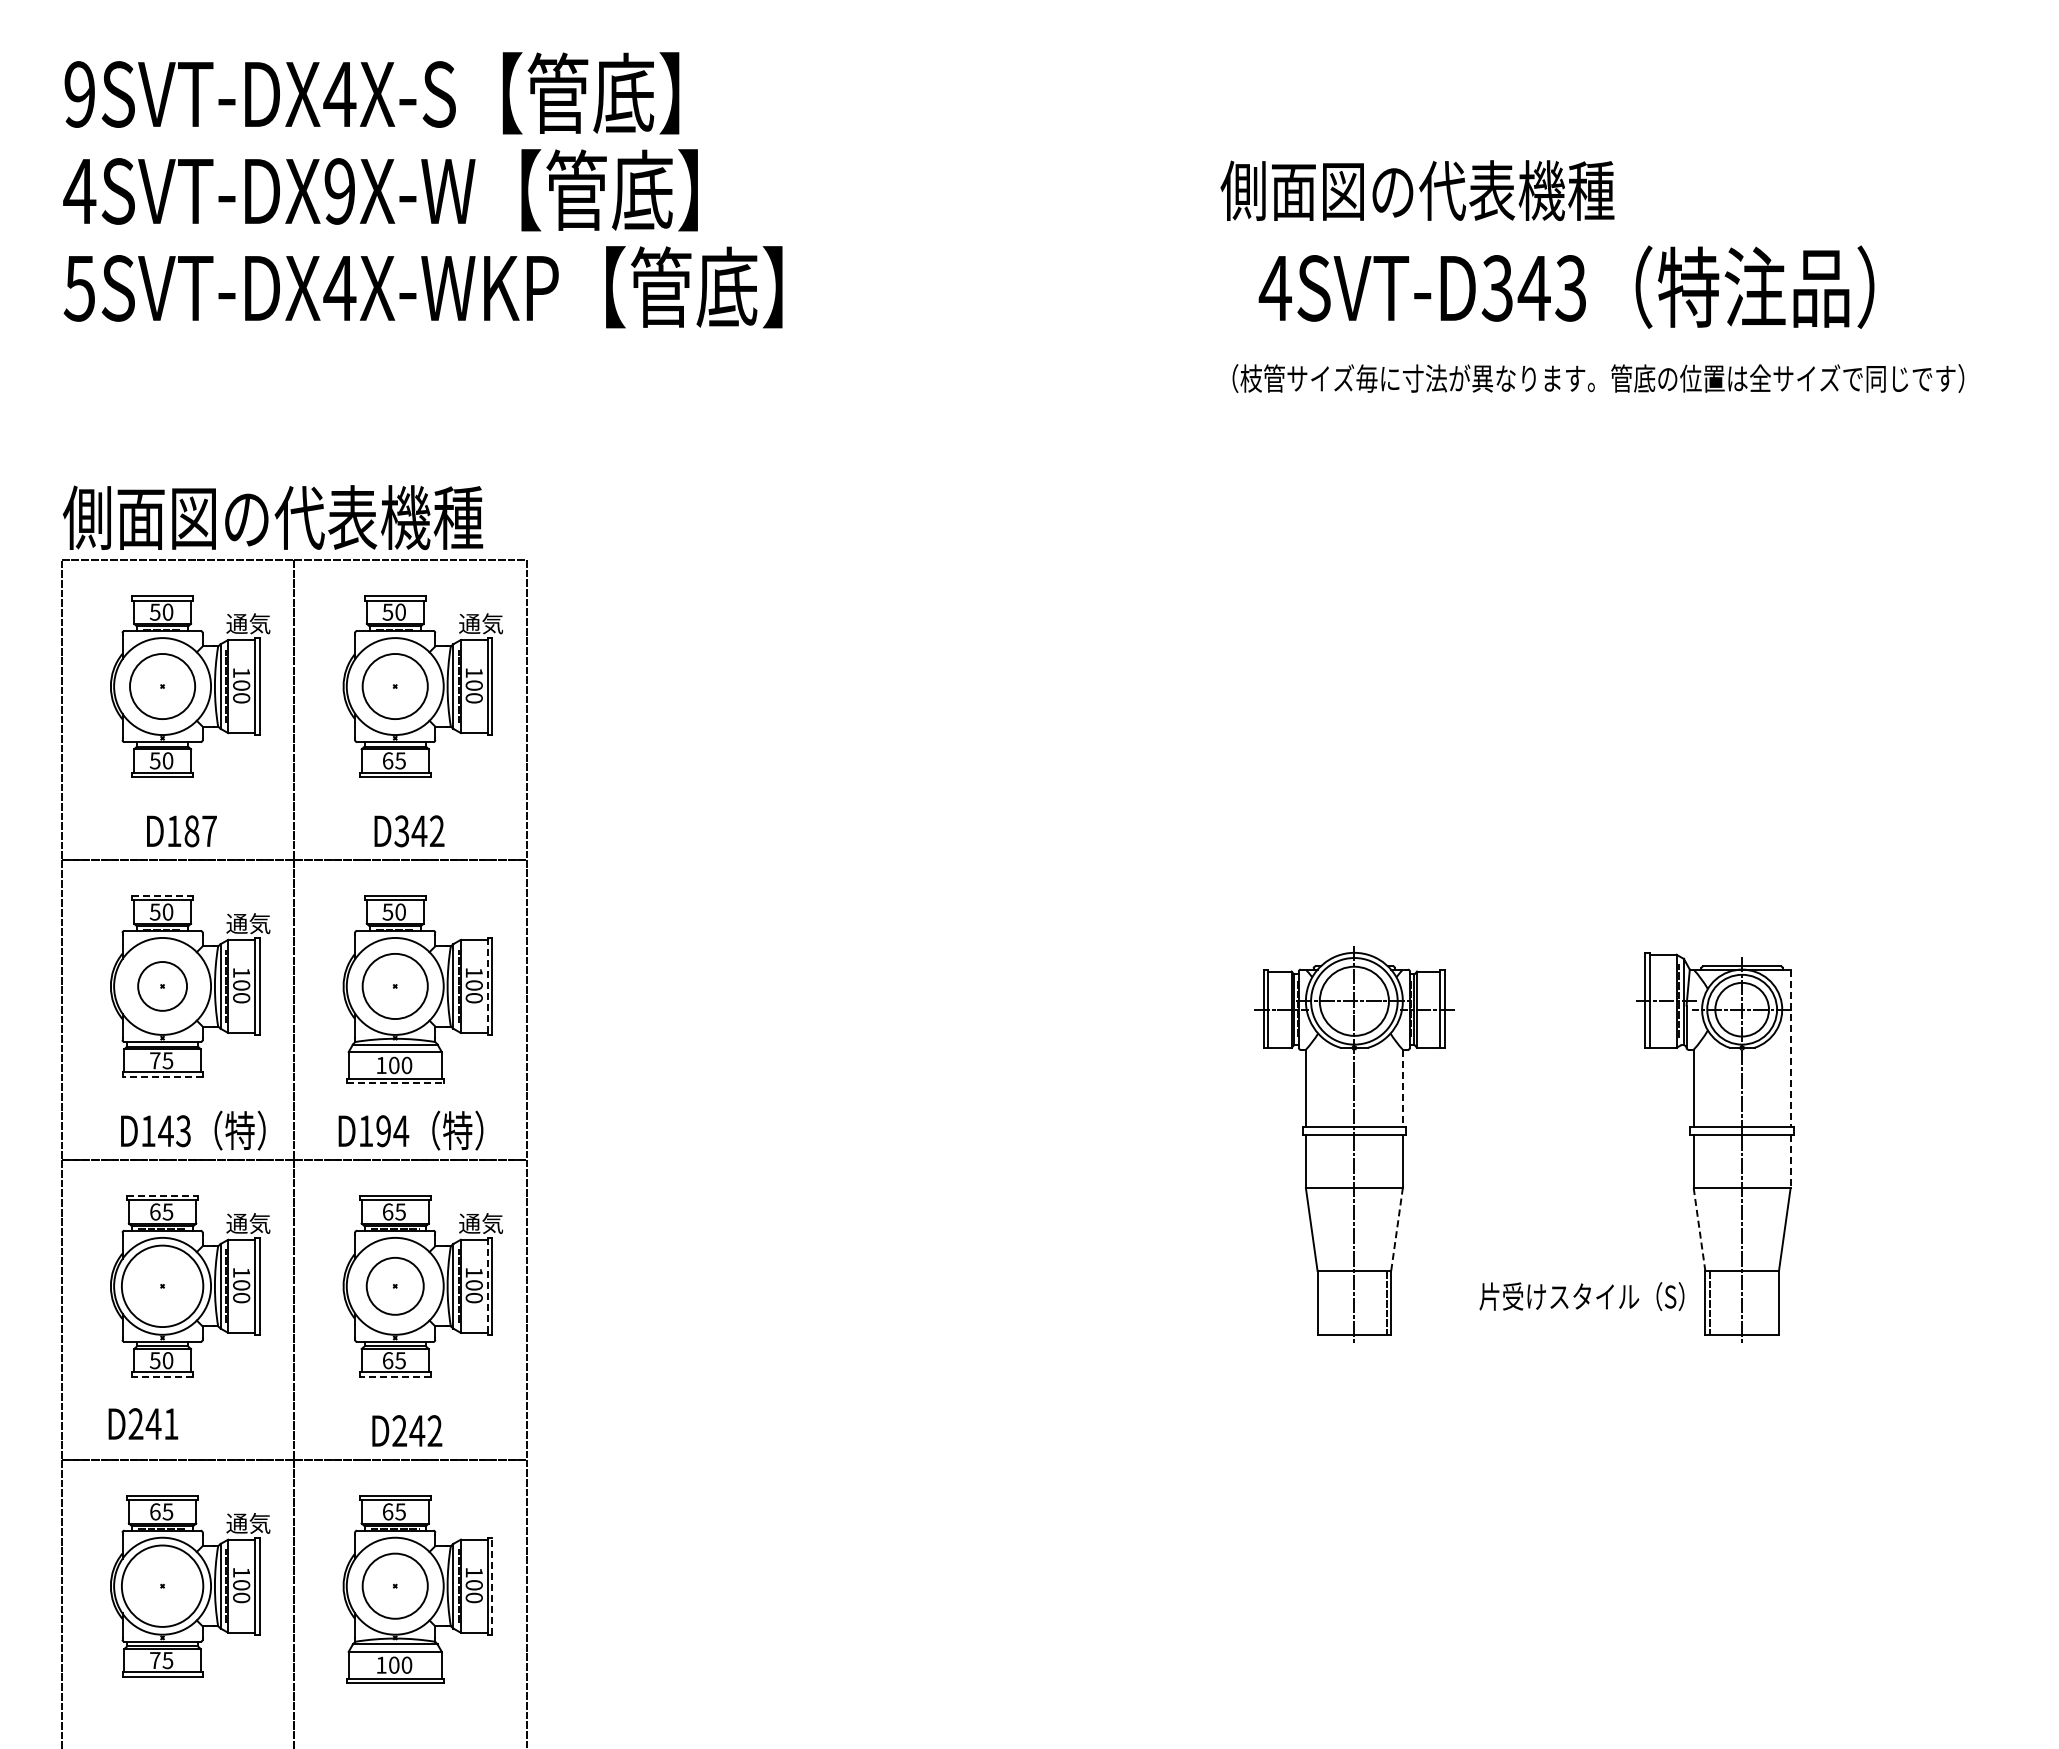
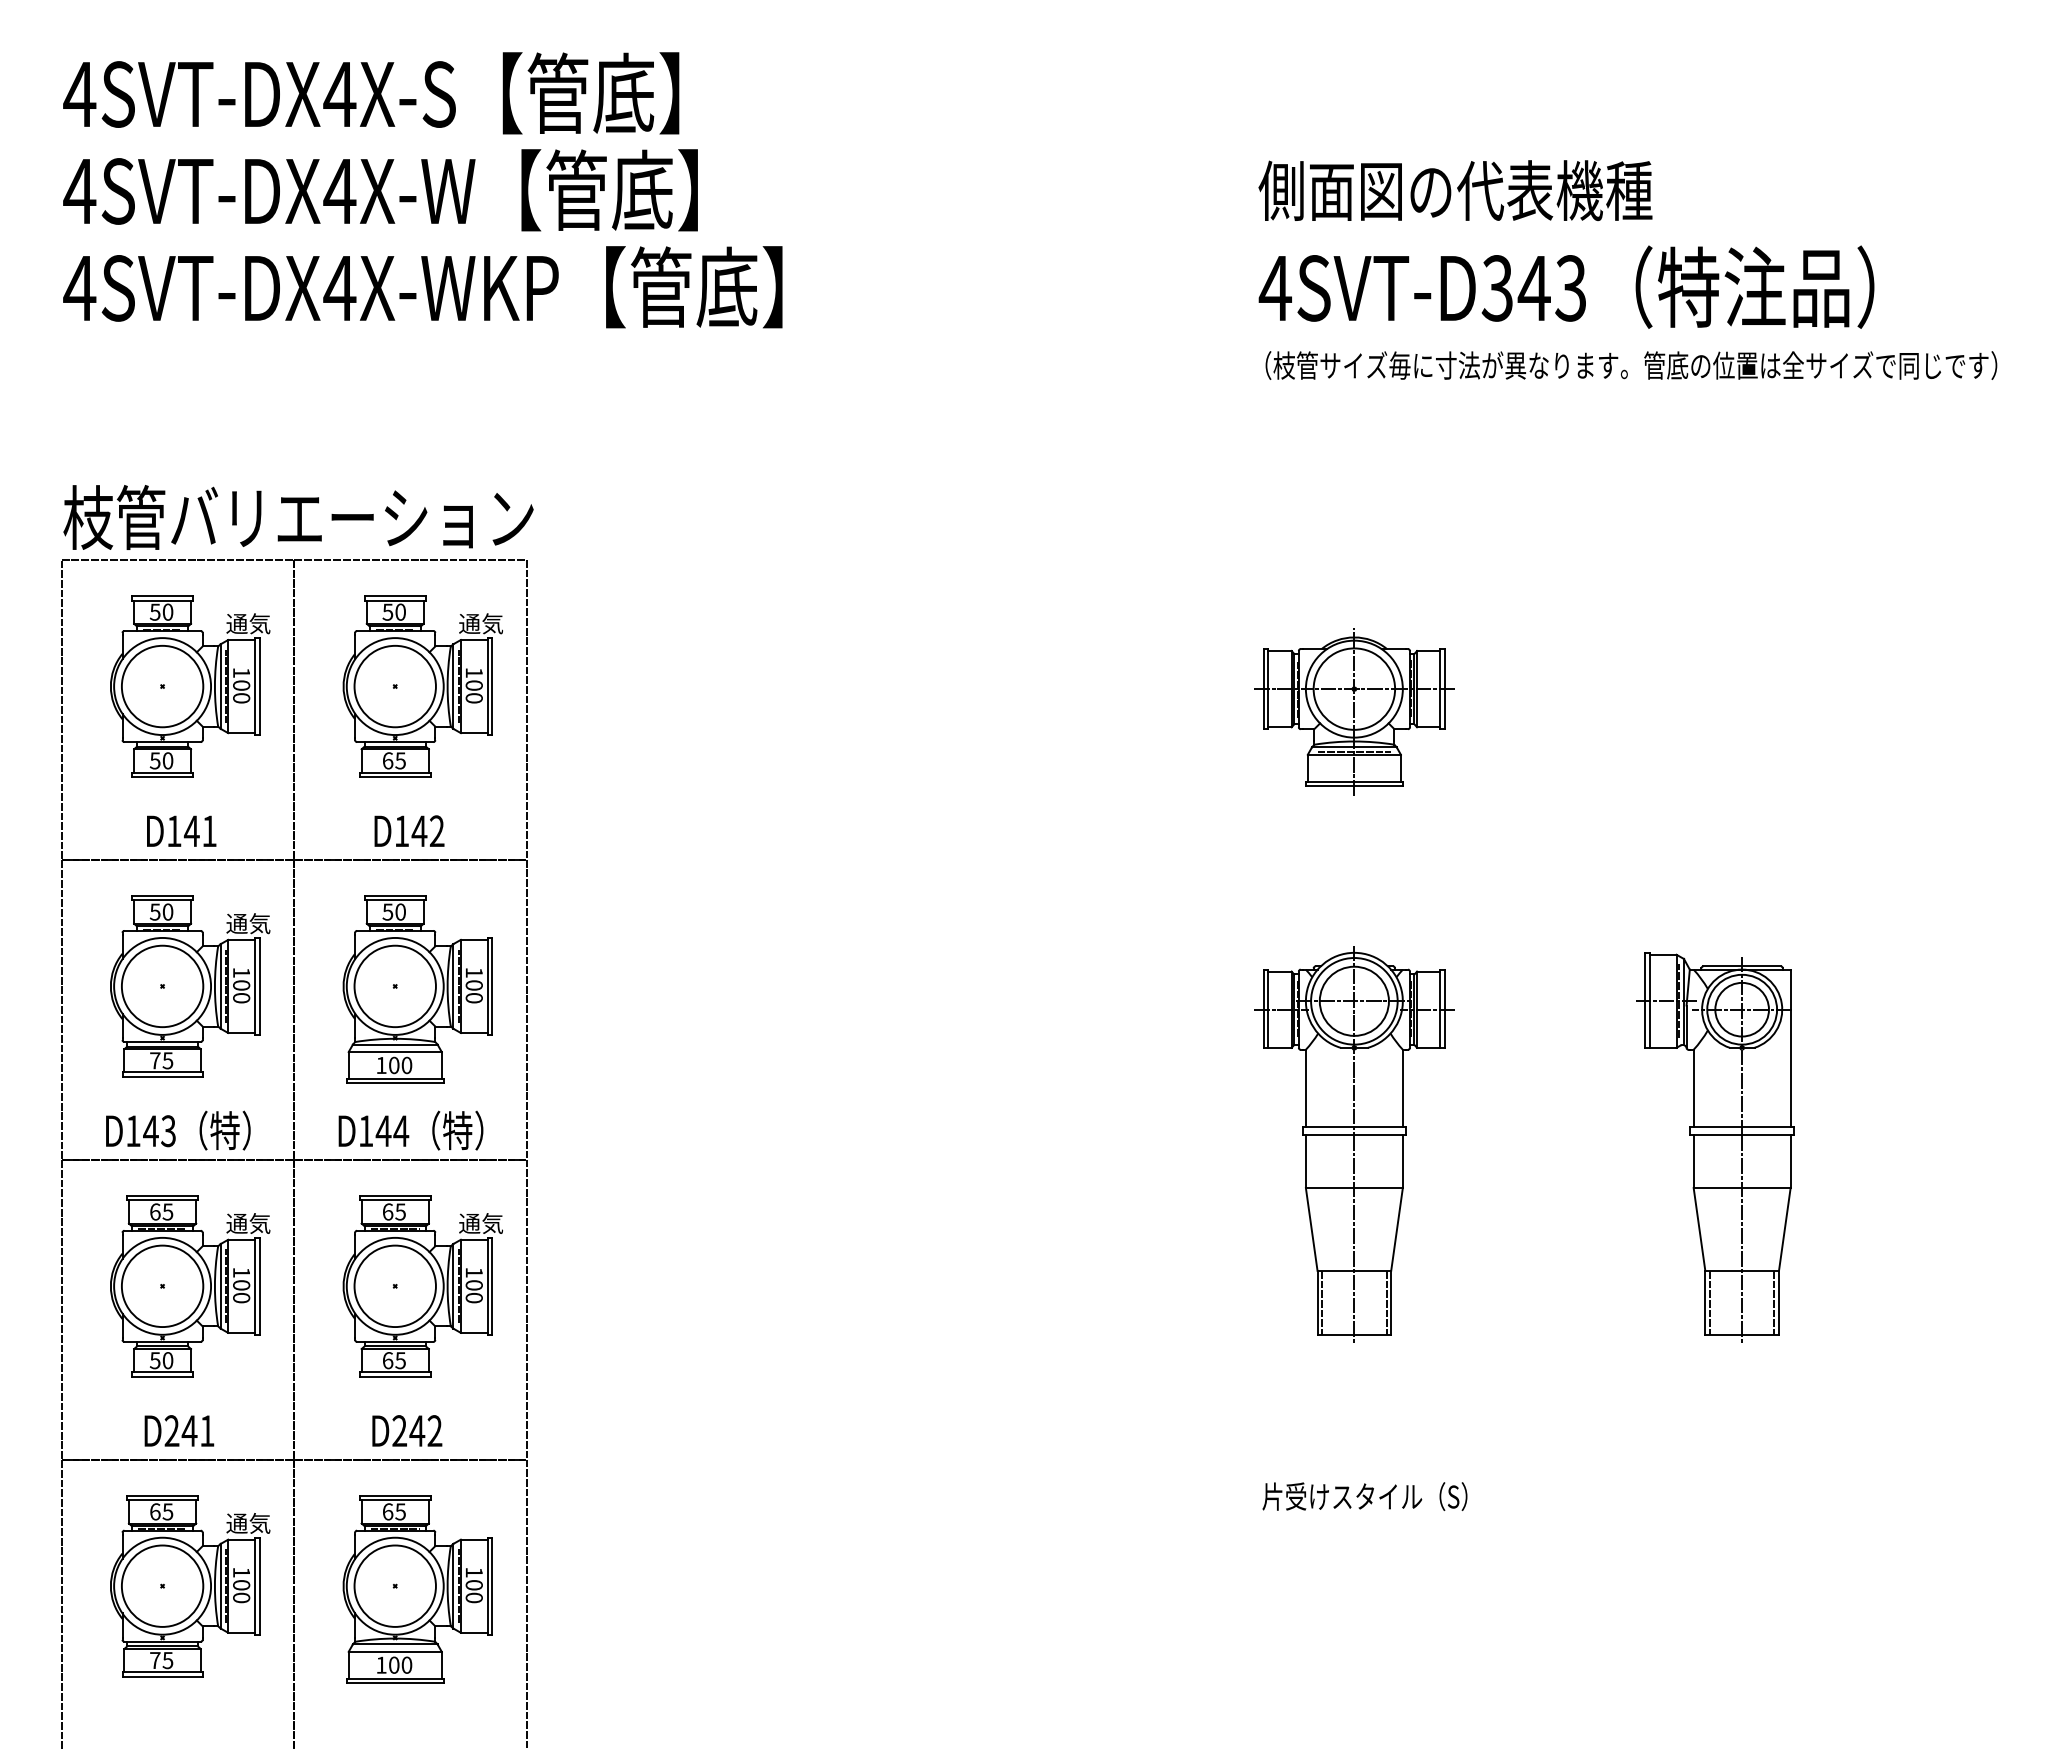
text at (79, 94): 9SVT-DX4X-S -> 4SVT-DX4X-S
text at (1417, 190) position: (1417, 190) -> (1455, 190)
text at (339, 191): 4SVT-DX9X-W -> 4SVT-DX4X-W
text at (79, 288): 5SVT-DX4X-WKP -> 4SVT-DX4X-WKP
text at (1598, 378) position: (1598, 378) -> (1631, 365)
text at (297, 517): 側面図の代表機種 -> 枝管バリエーション
circle at (162, 686) diameter: 65 px -> 81 px
circle at (394, 686) diameter: 65 px -> 81 px
part at (1354, 711): none -> present
text at (199, 831): D187 -> D141
text at (401, 831): D342 -> D142
line at (163, 895): dashed -> solid
circle at (162, 986) diameter: 49 px -> 81 px
circle at (394, 986) diameter: 65 px -> 81 px
line at (487, 986): dashed -> solid
line at (1790, 1048): dashed -> solid
line at (162, 1076): dashed -> solid
line at (395, 1083): dashed -> solid
line at (1402, 1088): dashed -> solid
text at (193, 1130) position: (193, 1130) -> (178, 1130)
text at (383, 1131): D194 -> D144
line at (1790, 1162): dashed -> solid
line at (162, 1195): dashed -> solid
line at (1397, 1229): dashed -> solid
line at (1699, 1229): dashed -> solid
circle at (394, 1285) diameter: 57 px -> 81 px
line at (487, 1286): dashed -> solid
text at (1581, 1296) position: (1581, 1296) -> (1364, 1496)
line at (1322, 1302): none -> present
line at (1774, 1302): none -> present
line at (162, 1376): dashed -> solid
line at (395, 1376): dashed -> solid
text at (143, 1423) position: (143, 1423) -> (179, 1430)
circle at (394, 1585) diameter: 65 px -> 81 px
line at (492, 1585): dashed -> solid
